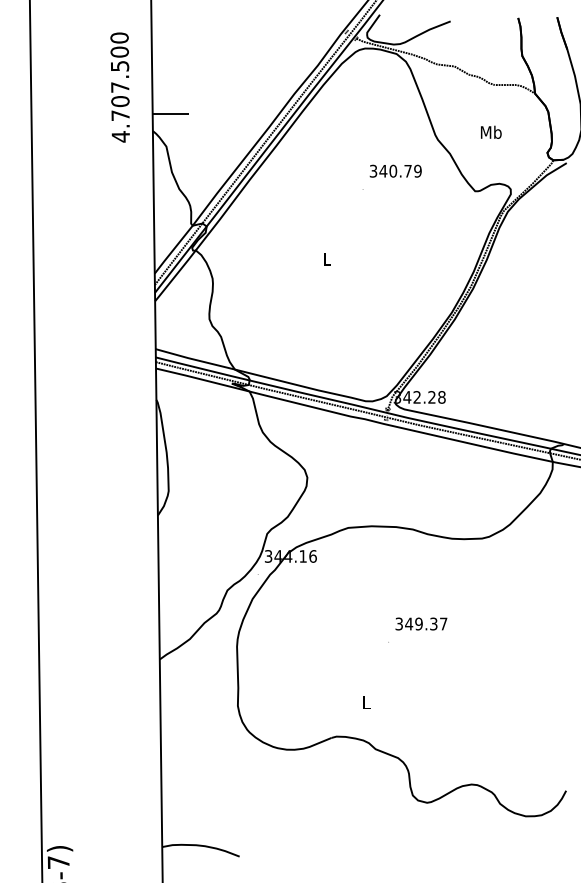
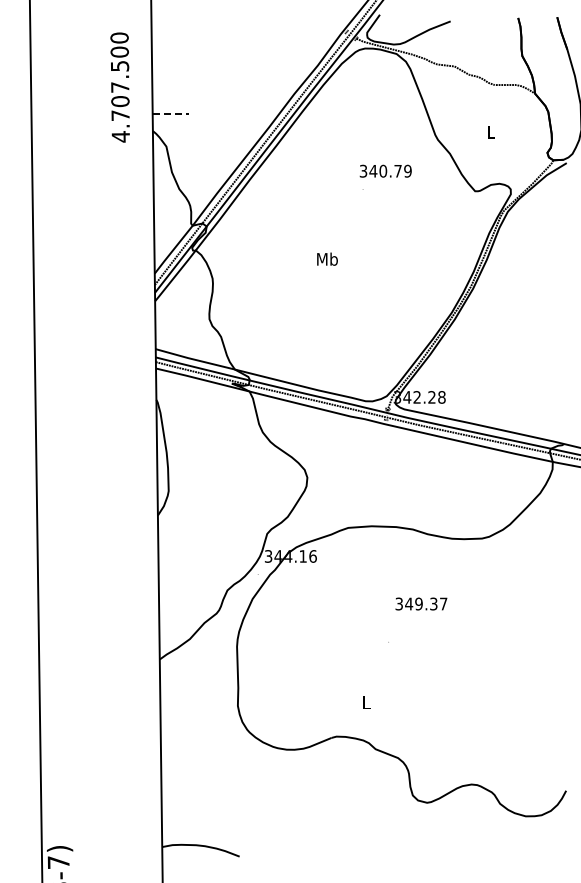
line at (170, 113): solid -> dashed
text at (491, 131): Mb -> L
text at (395, 170) position: (395, 170) -> (385, 170)
text at (327, 258): L -> Mb
text at (421, 623) position: (421, 623) -> (421, 603)
